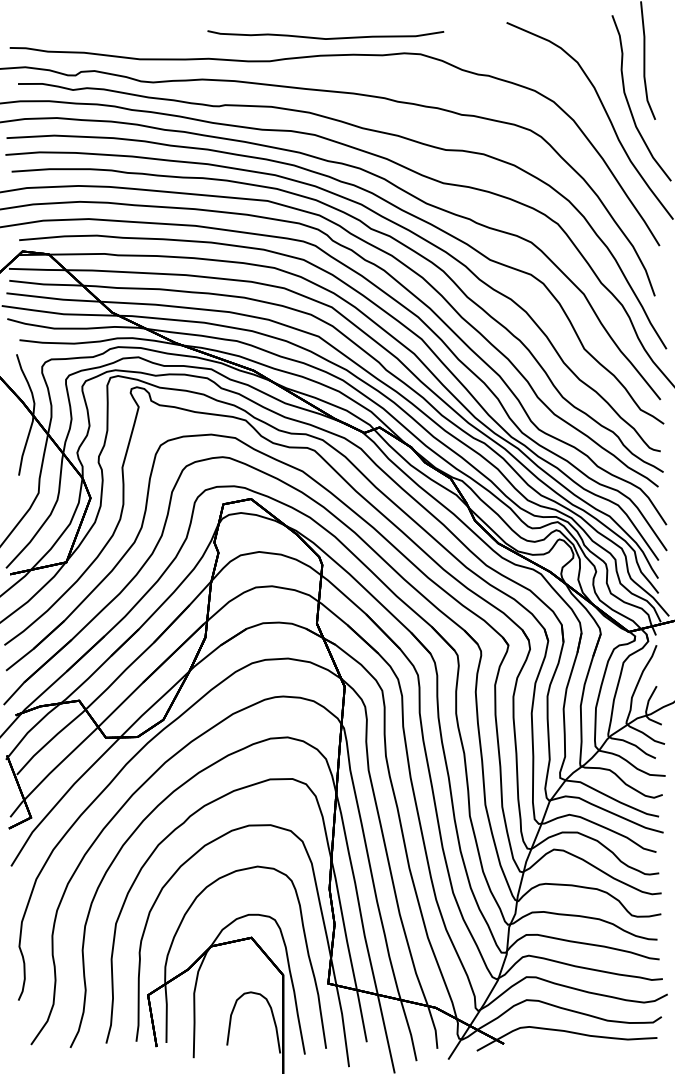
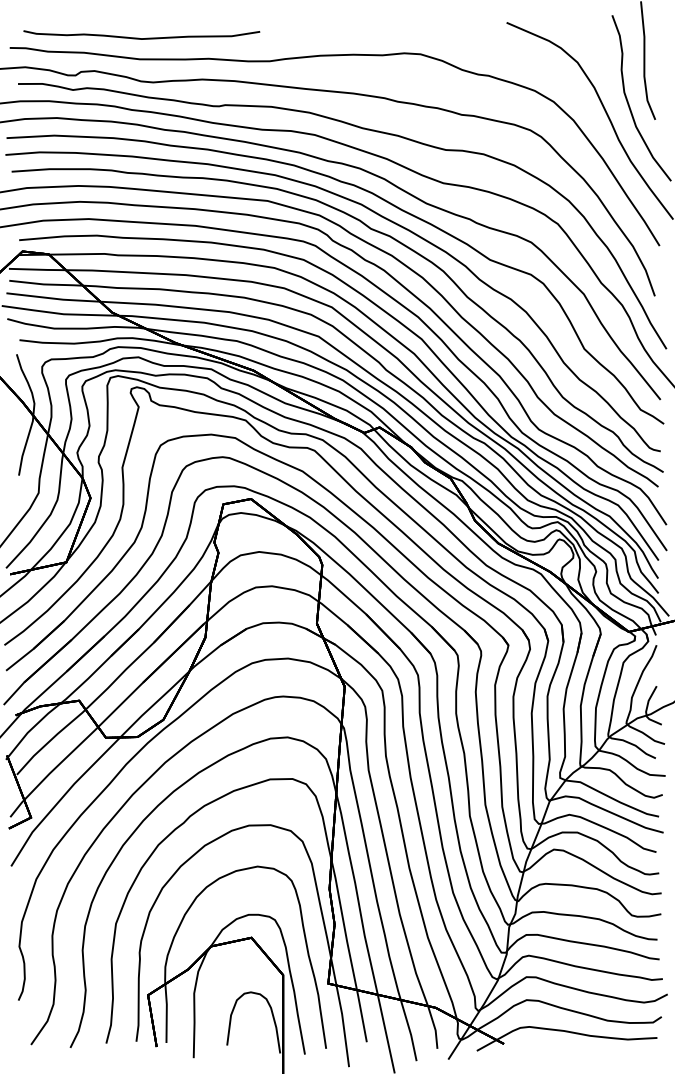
curve at (325, 38) position: (325, 38) -> (141, 38)
